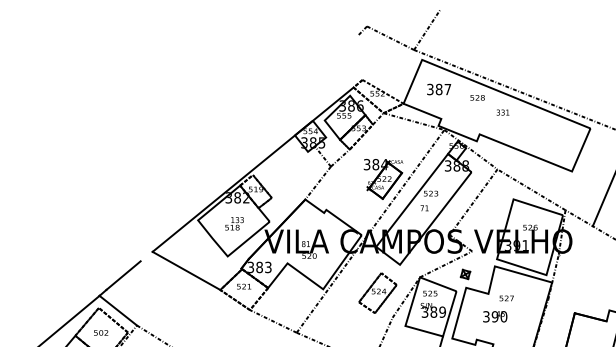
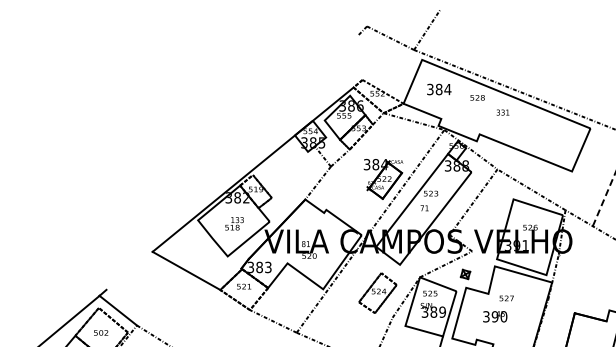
text at (447, 89): 387 -> 384
line at (604, 198): solid -> dashed
line at (123, 275): present -> none
